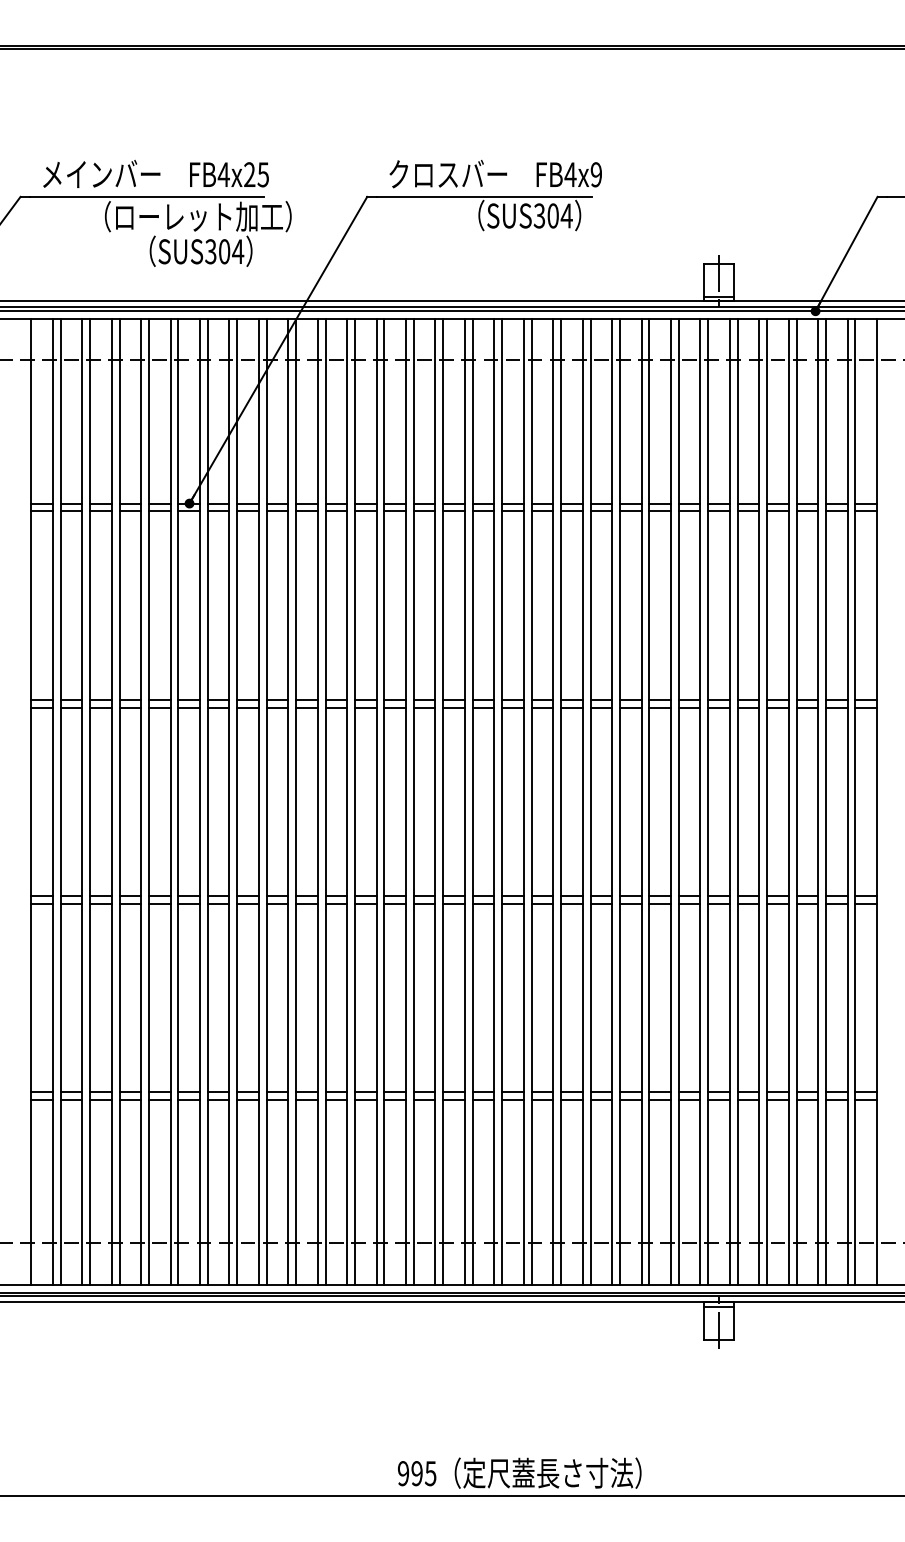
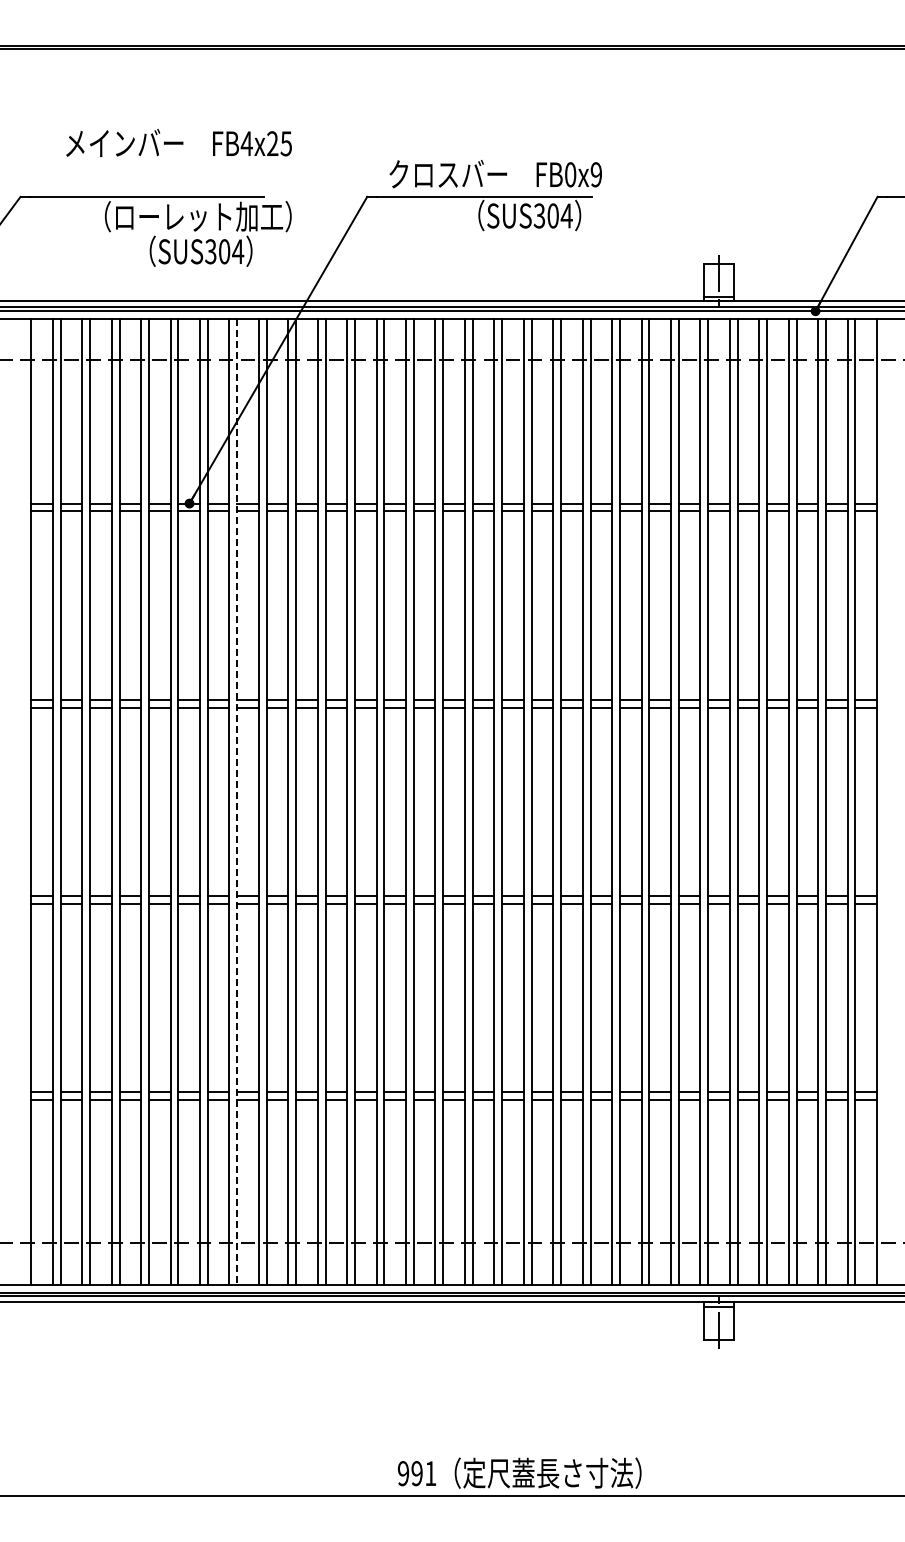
text at (155, 173) position: (155, 173) -> (178, 142)
text at (570, 174): FB4x9 -> FB0x9
line at (237, 801): solid -> dashed
text at (430, 1473): 995 -> 991
